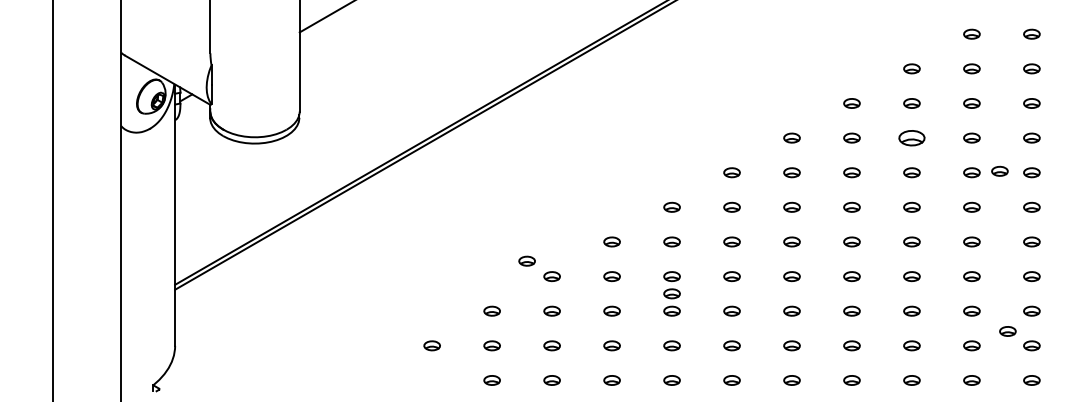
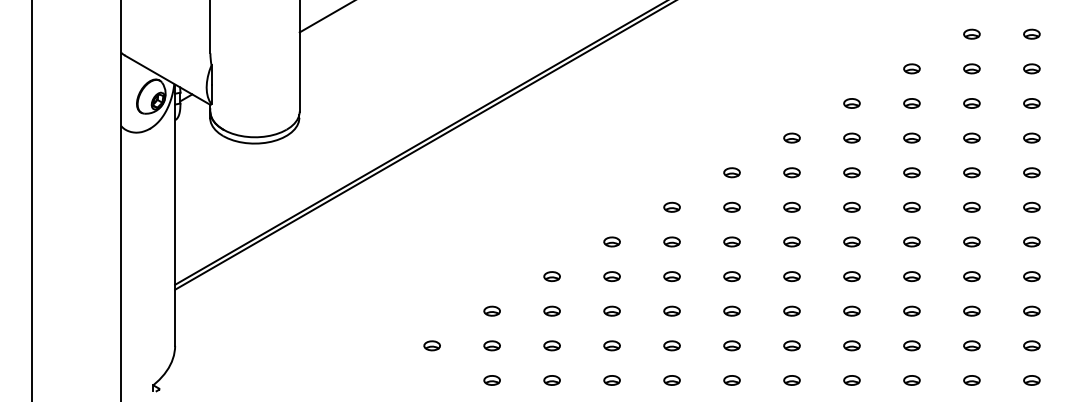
part at (911, 138) size: 28x17 px -> 18x12 px
part at (999, 170): present -> none
line at (53, 200) position: (53, 200) -> (32, 200)
part at (526, 260): present -> none
part at (671, 293): present -> none
part at (1007, 331): present -> none
